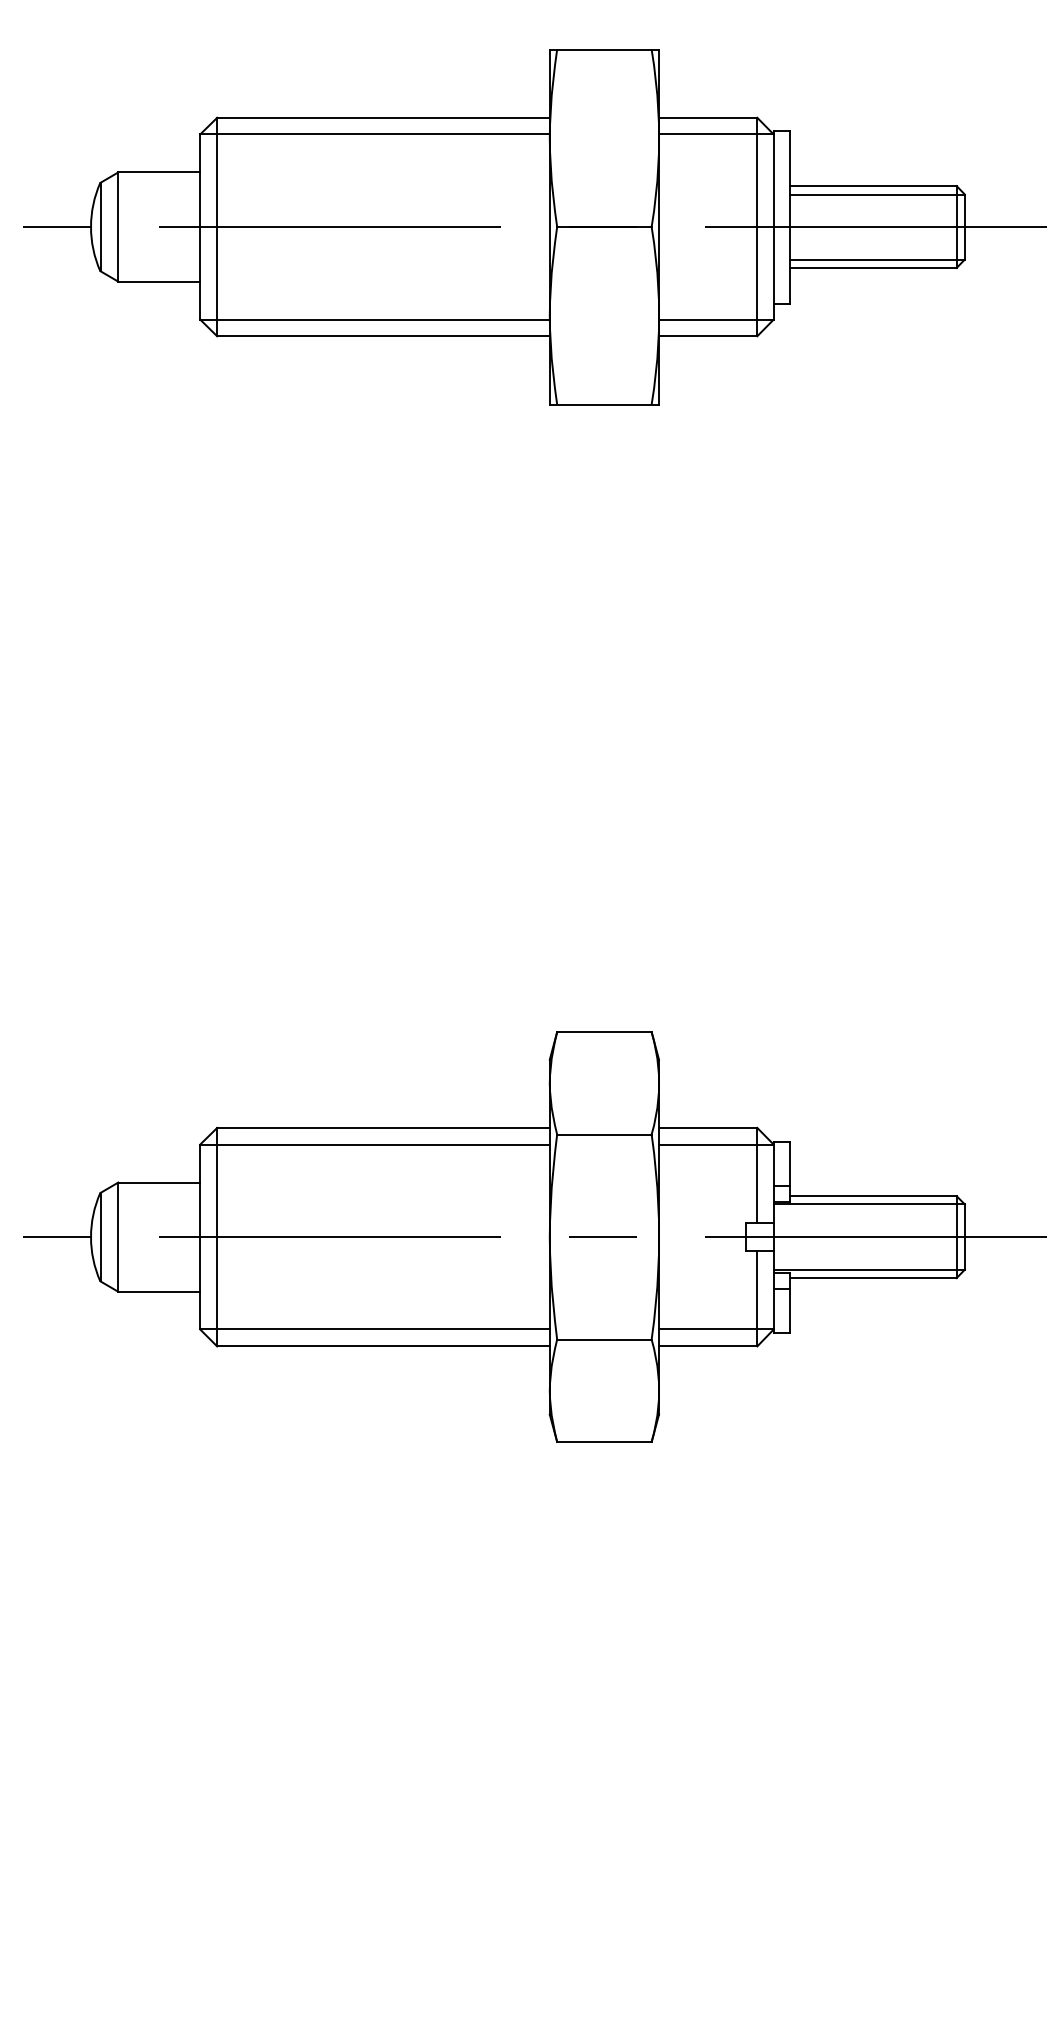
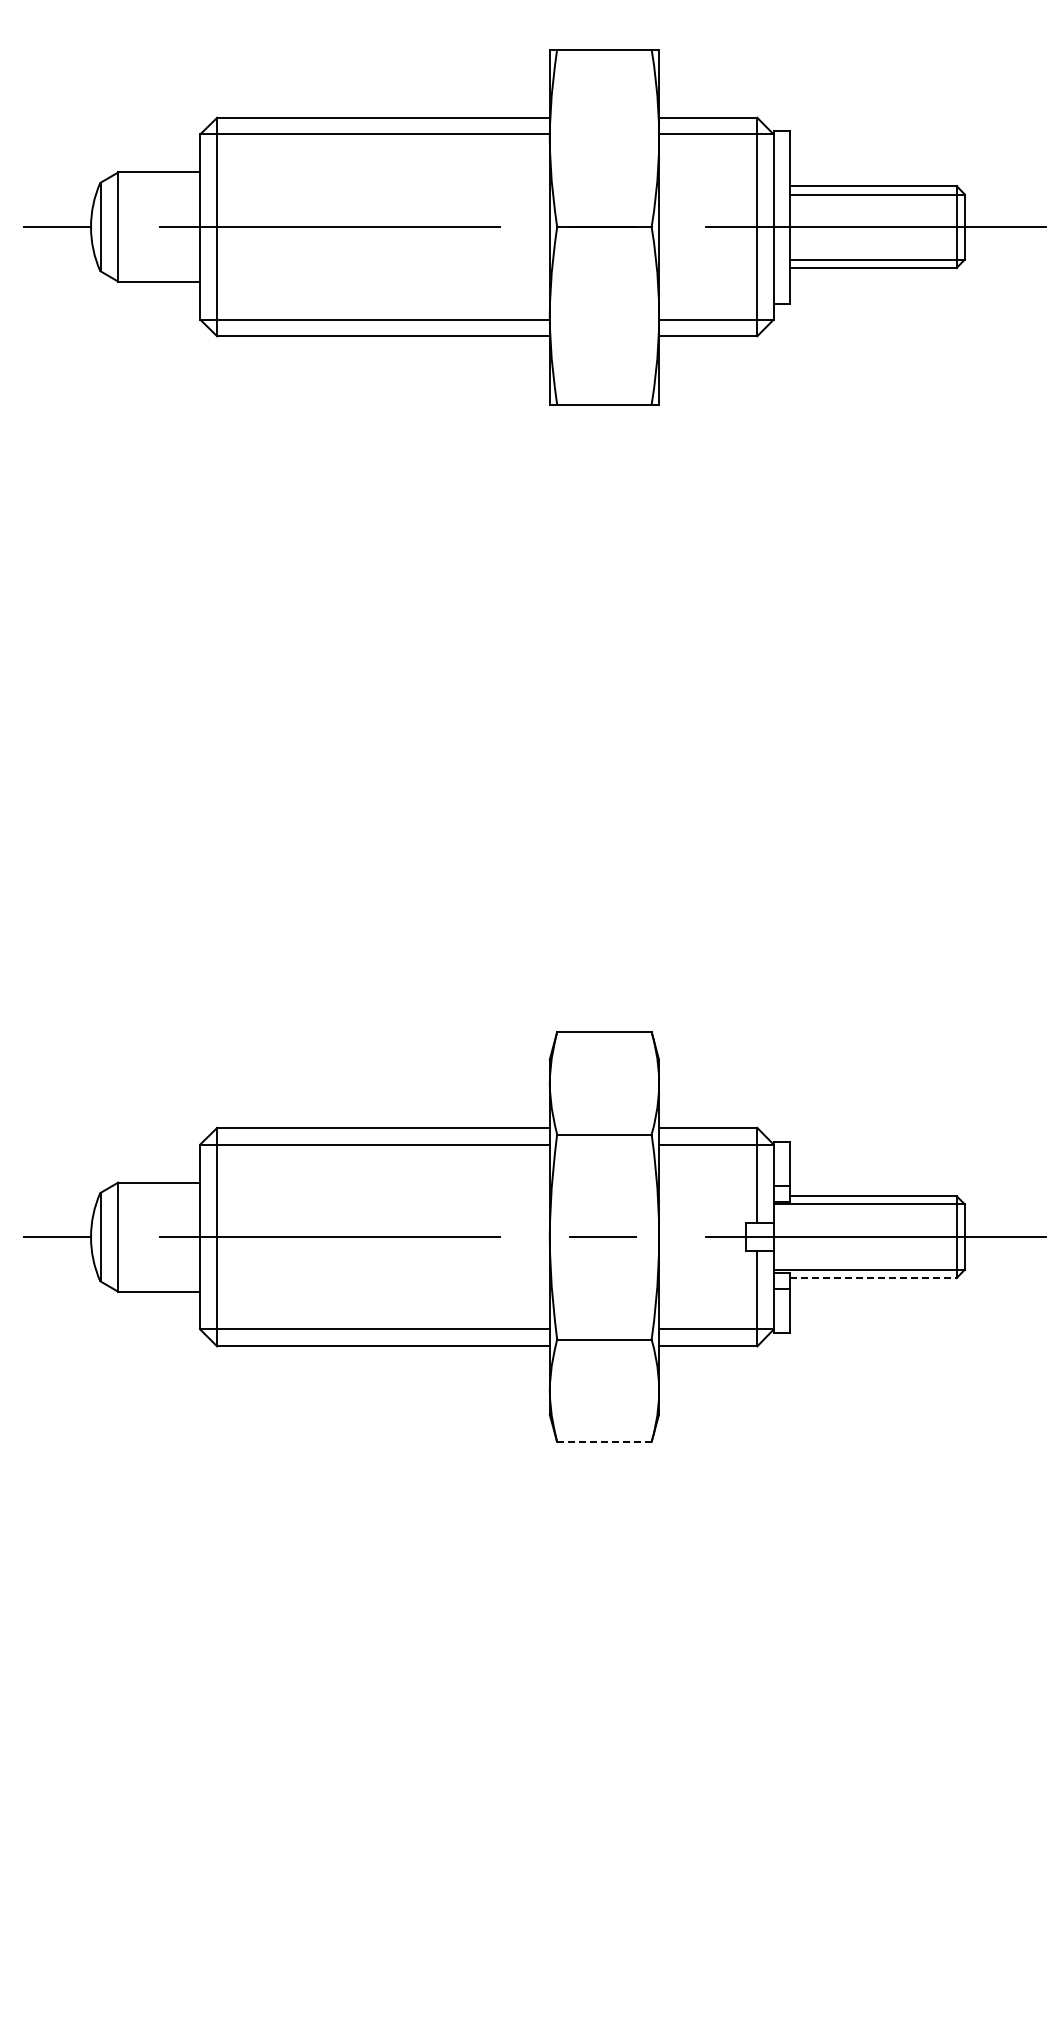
line at (873, 1278): solid -> dashed
line at (604, 1441): solid -> dashed
